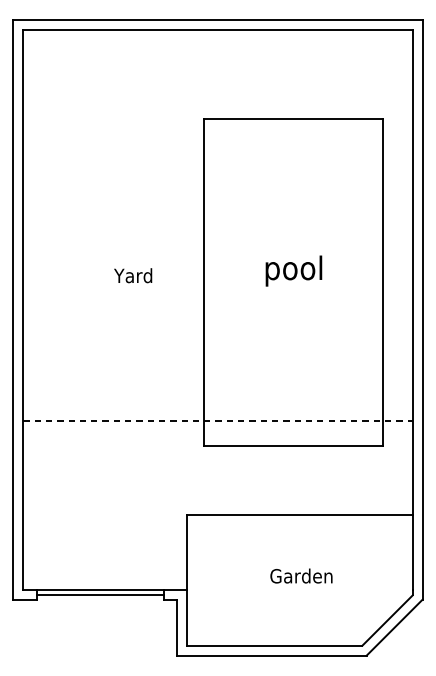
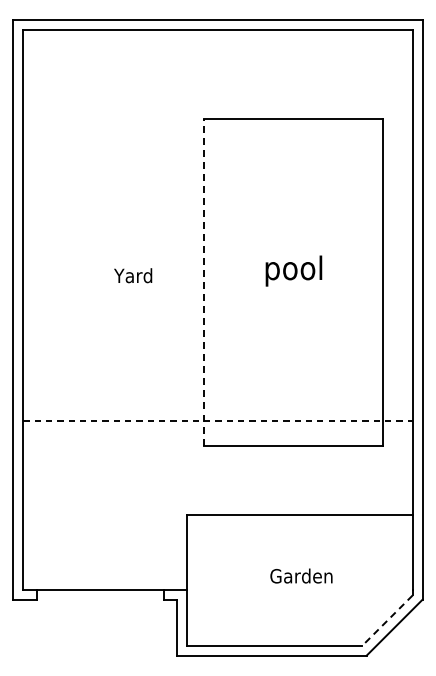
line at (204, 281): solid -> dashed
line at (100, 595): present -> none
line at (387, 620): solid -> dashed
